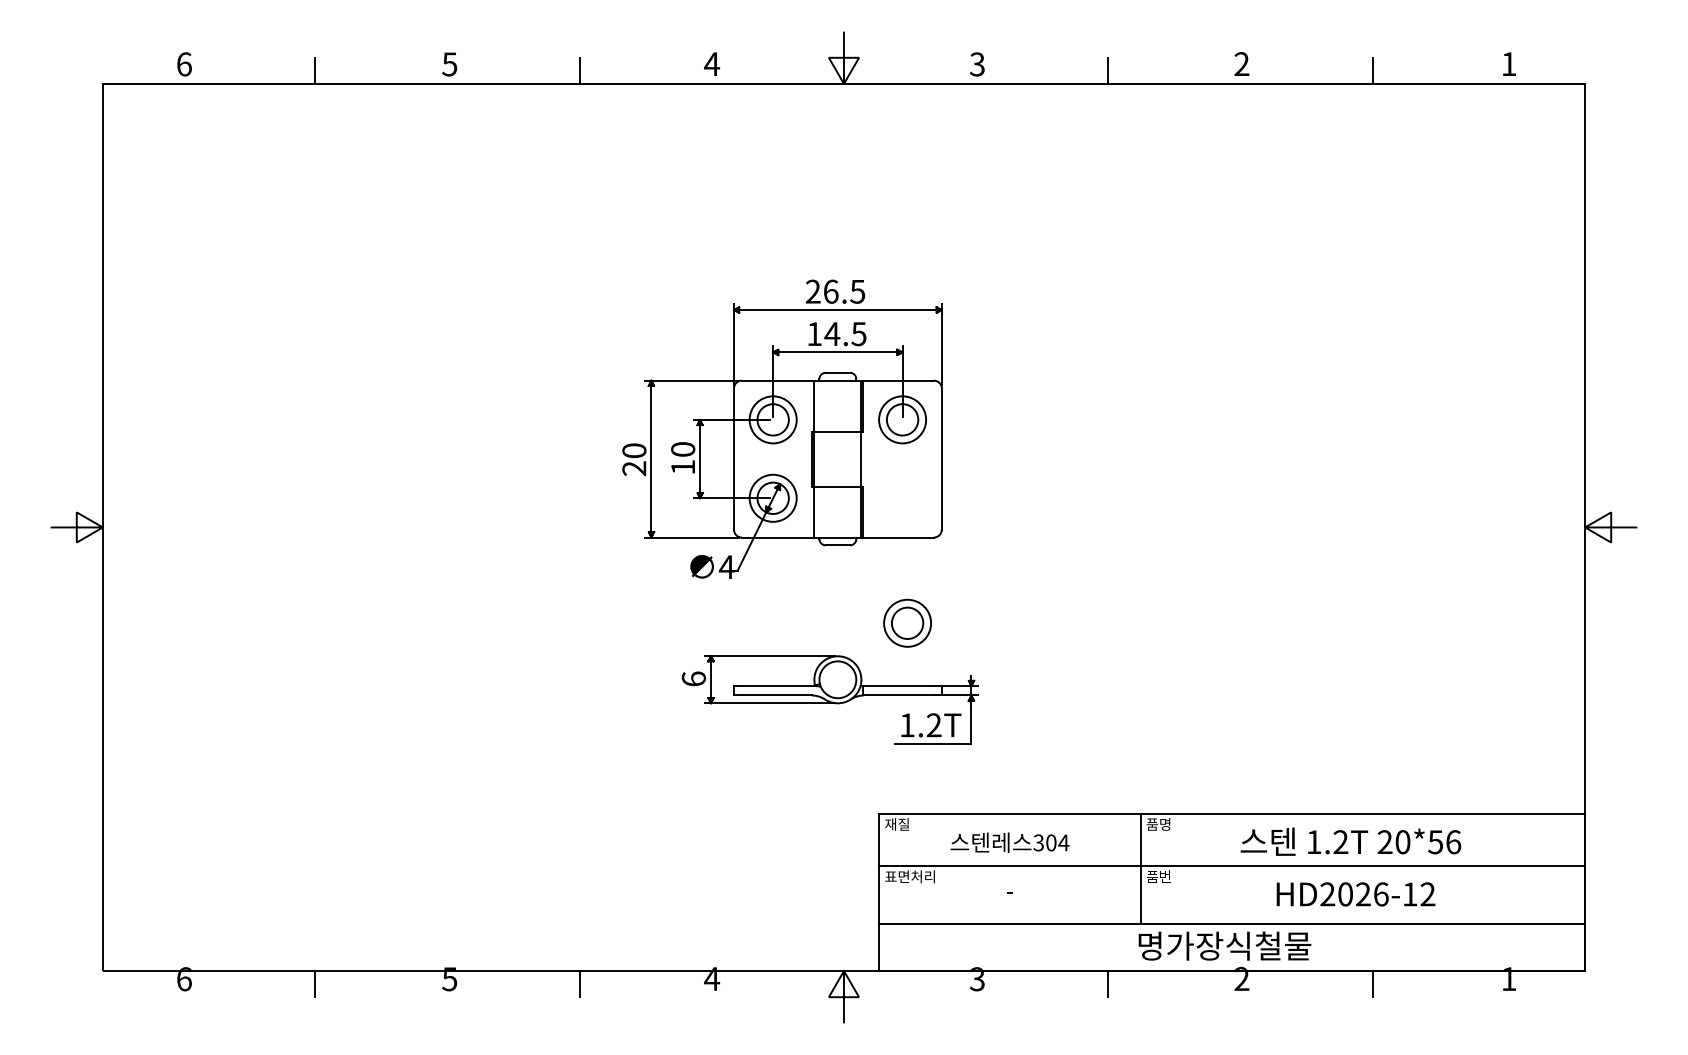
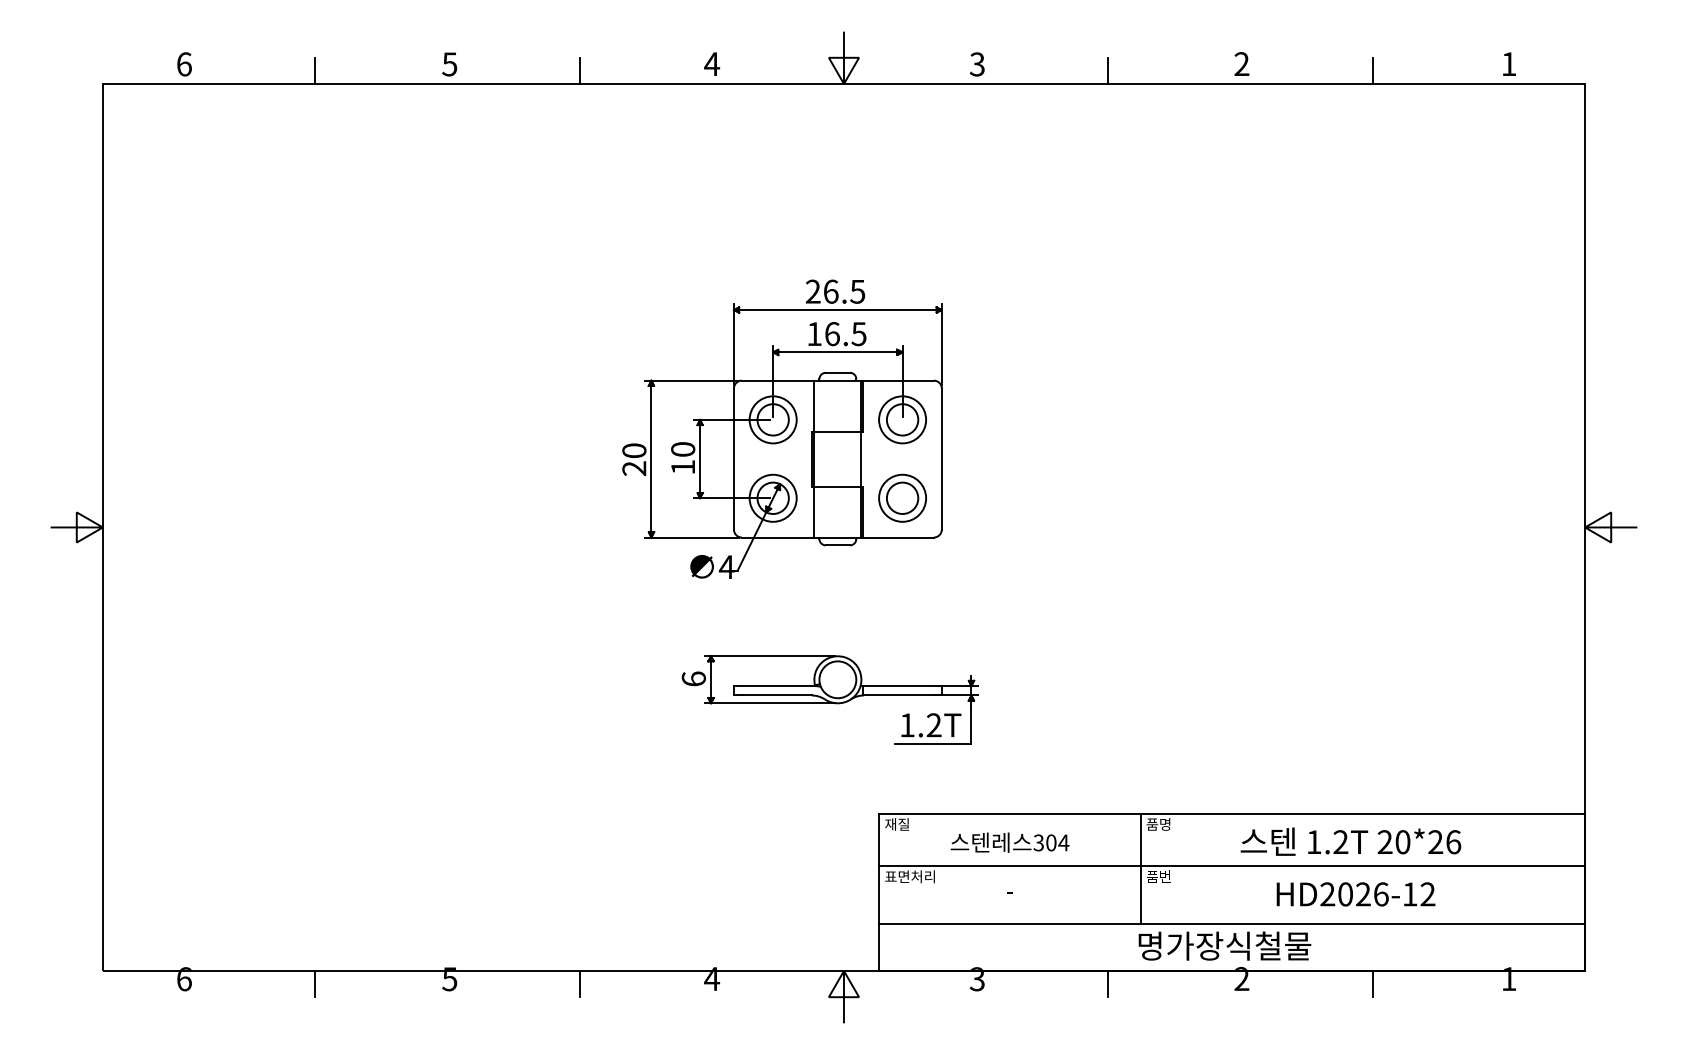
text at (832, 334): 14.5 -> 16.5
part at (907, 622) position: (907, 622) -> (902, 497)
text at (1435, 842): 20*56 -> 20*26
